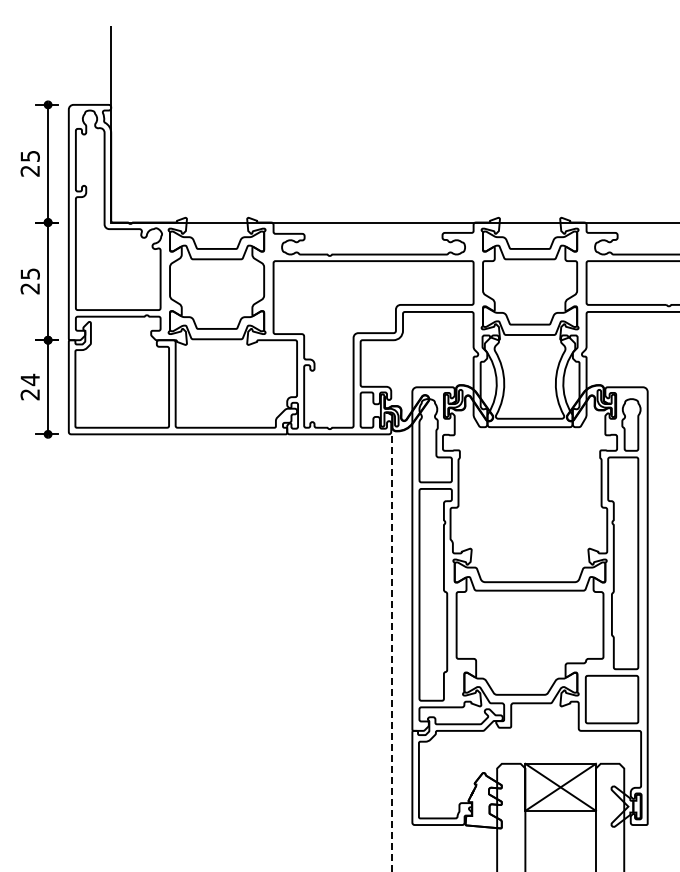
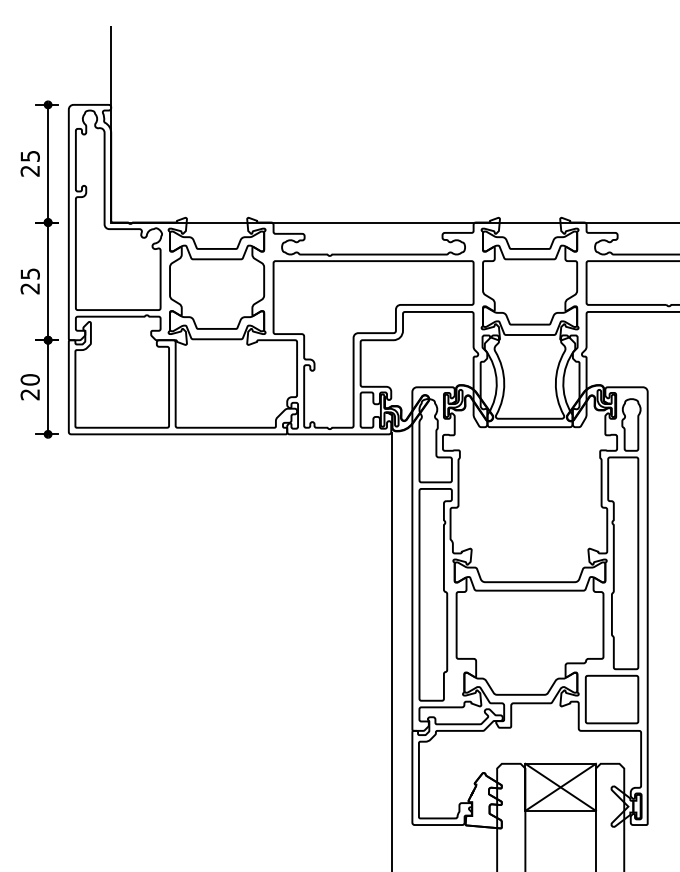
text at (29, 379): 24 -> 20
line at (392, 651): dashed -> solid
